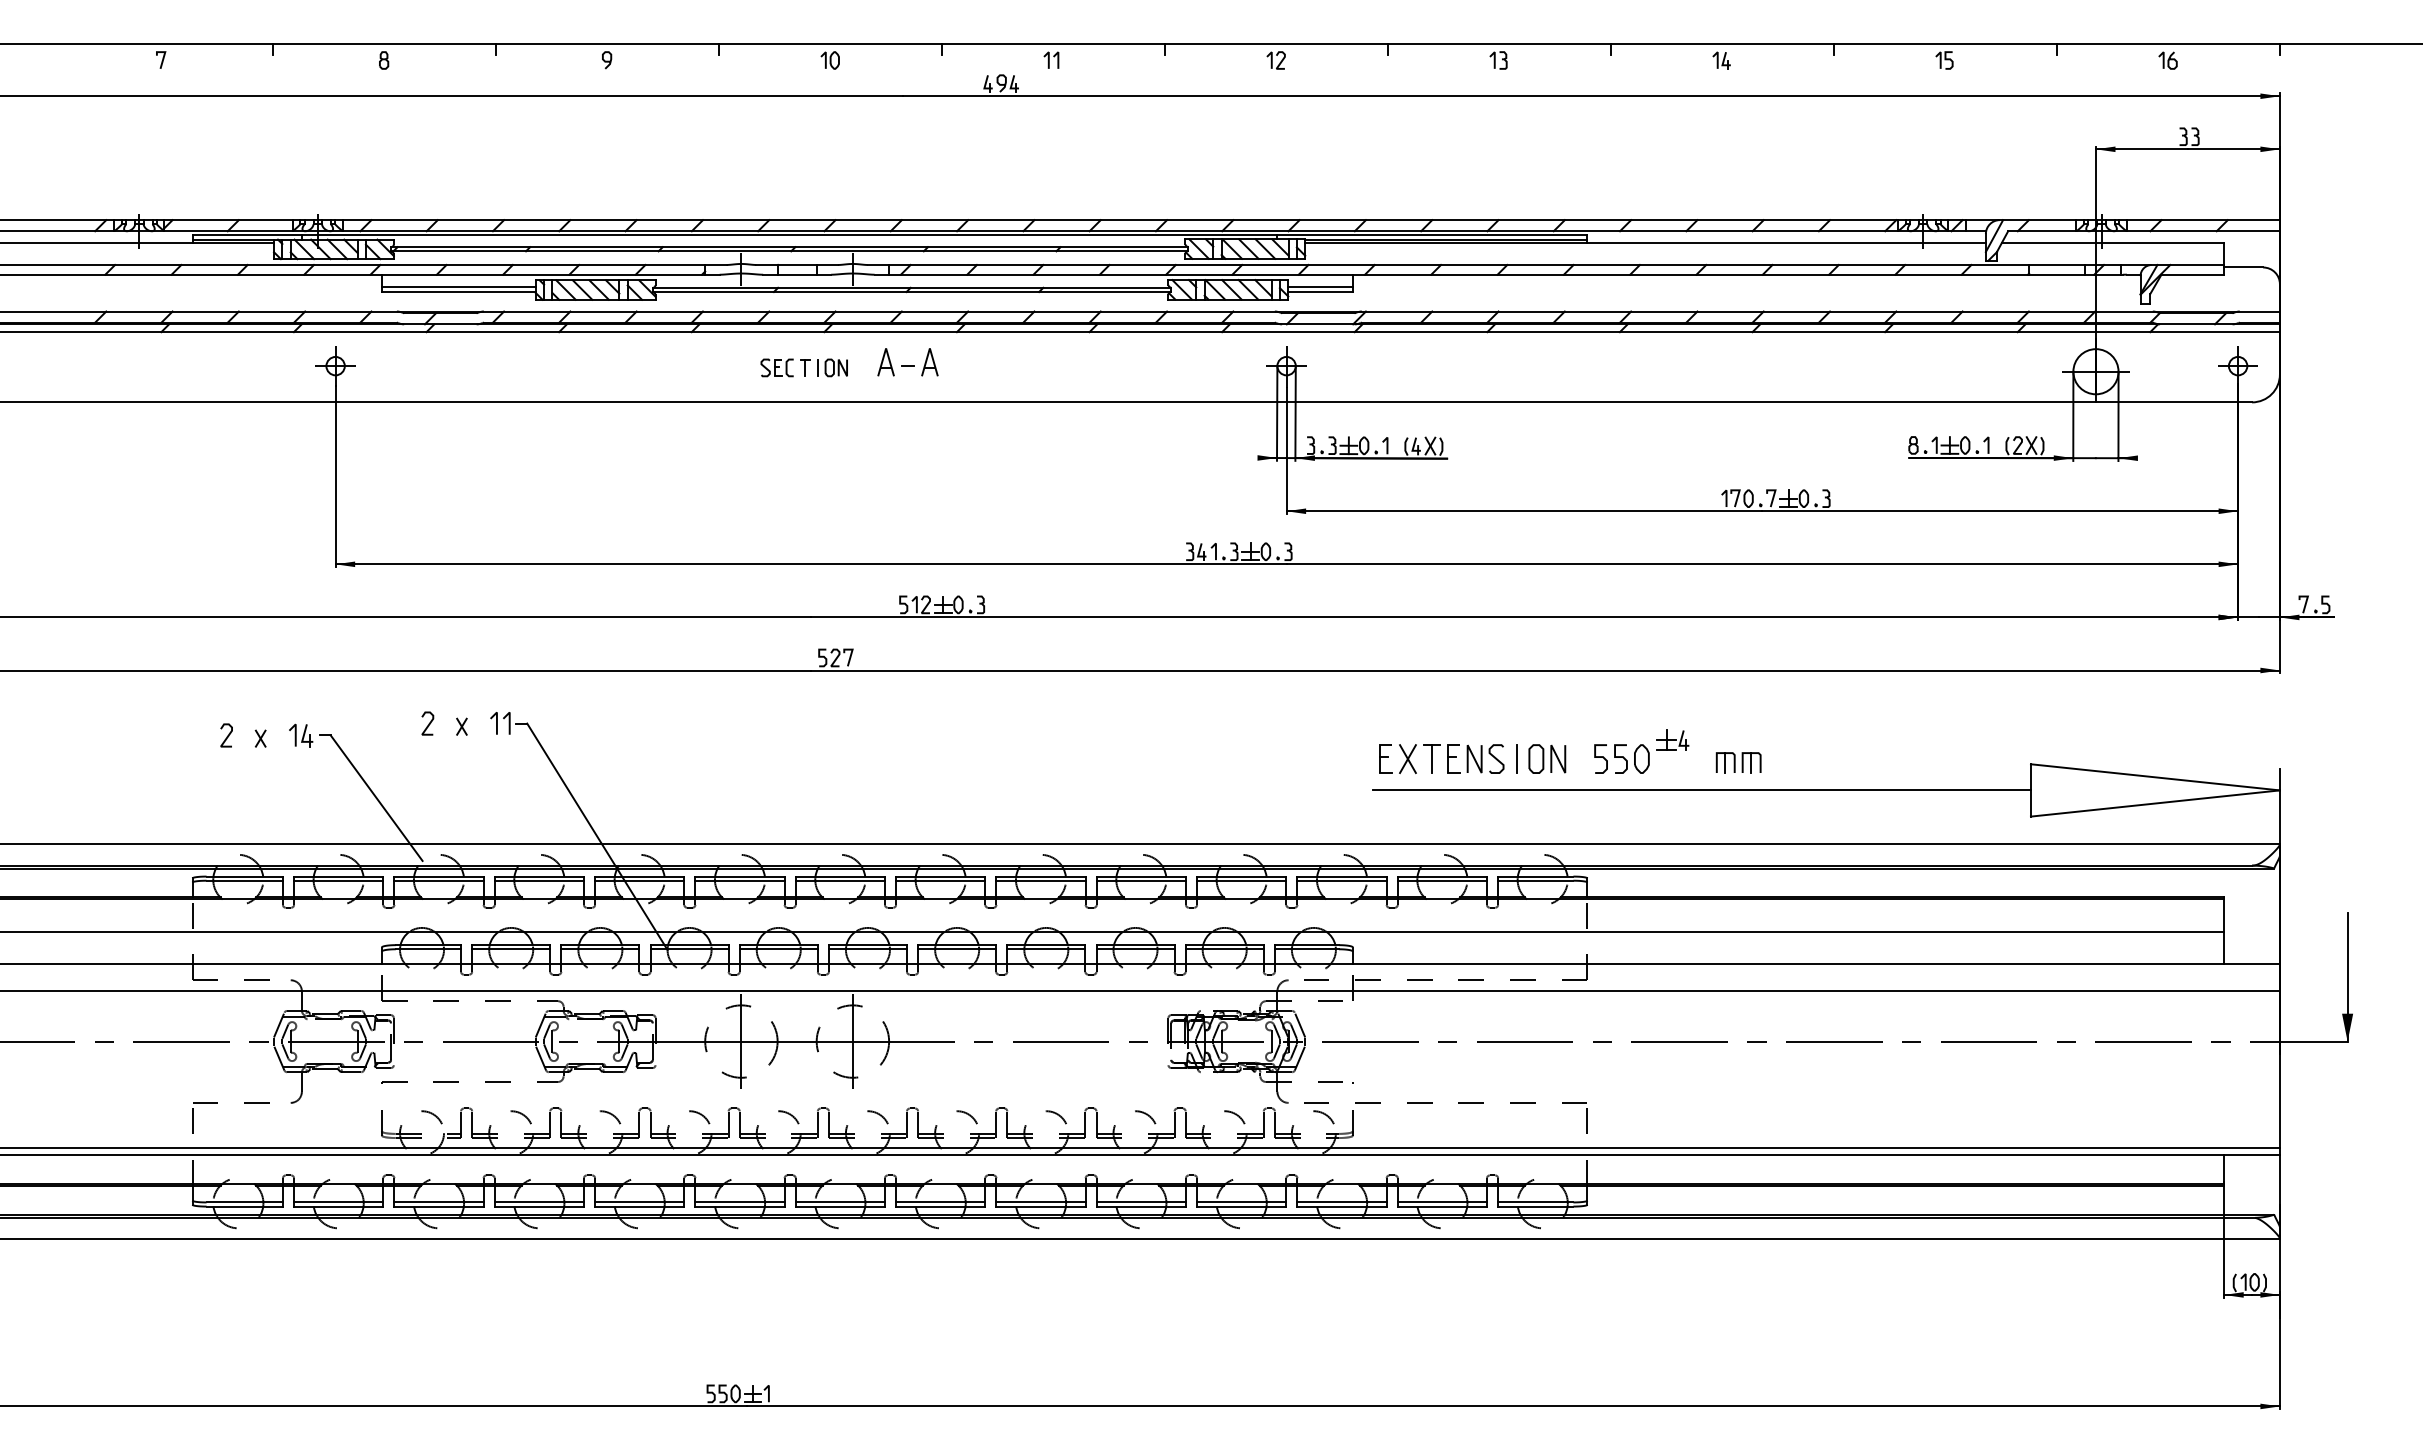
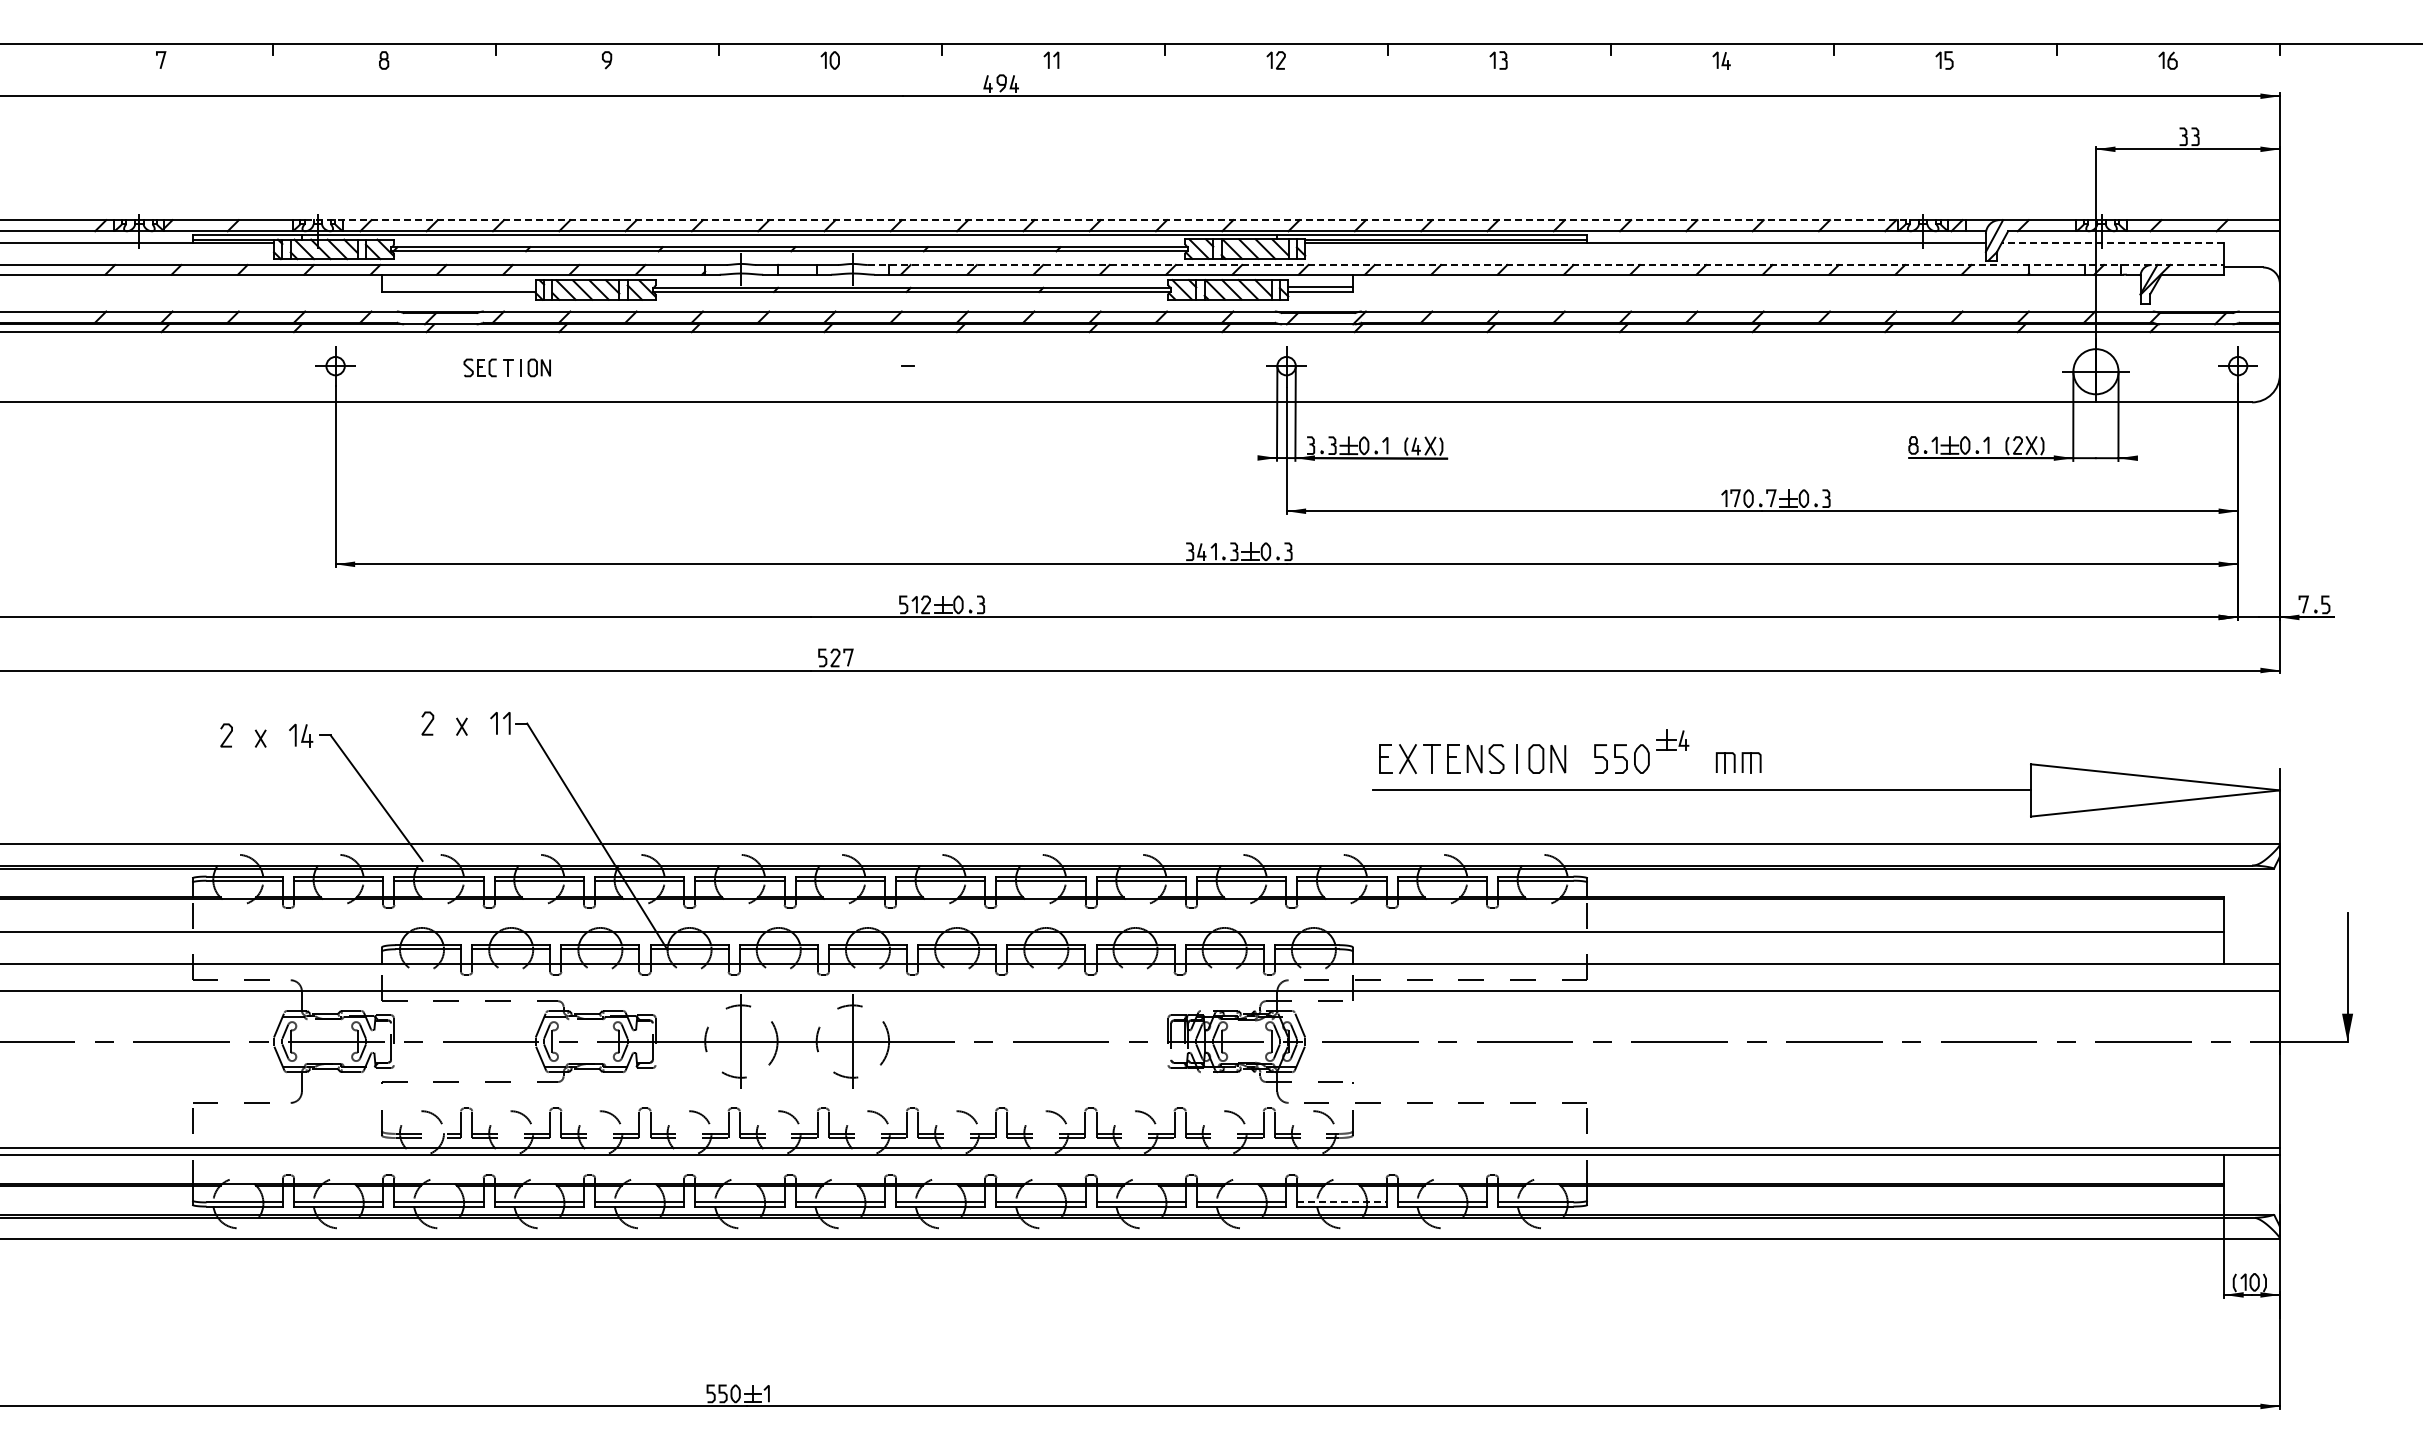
line at (1107, 220): solid -> dashed
line at (2112, 242): solid -> dashed
line at (1546, 264): solid -> dashed
line at (458, 287): present -> none
part at (885, 362): present -> none
part at (929, 362): present -> none
part at (803, 367) position: (803, 367) -> (506, 367)
line at (1342, 1202): solid -> dashed
